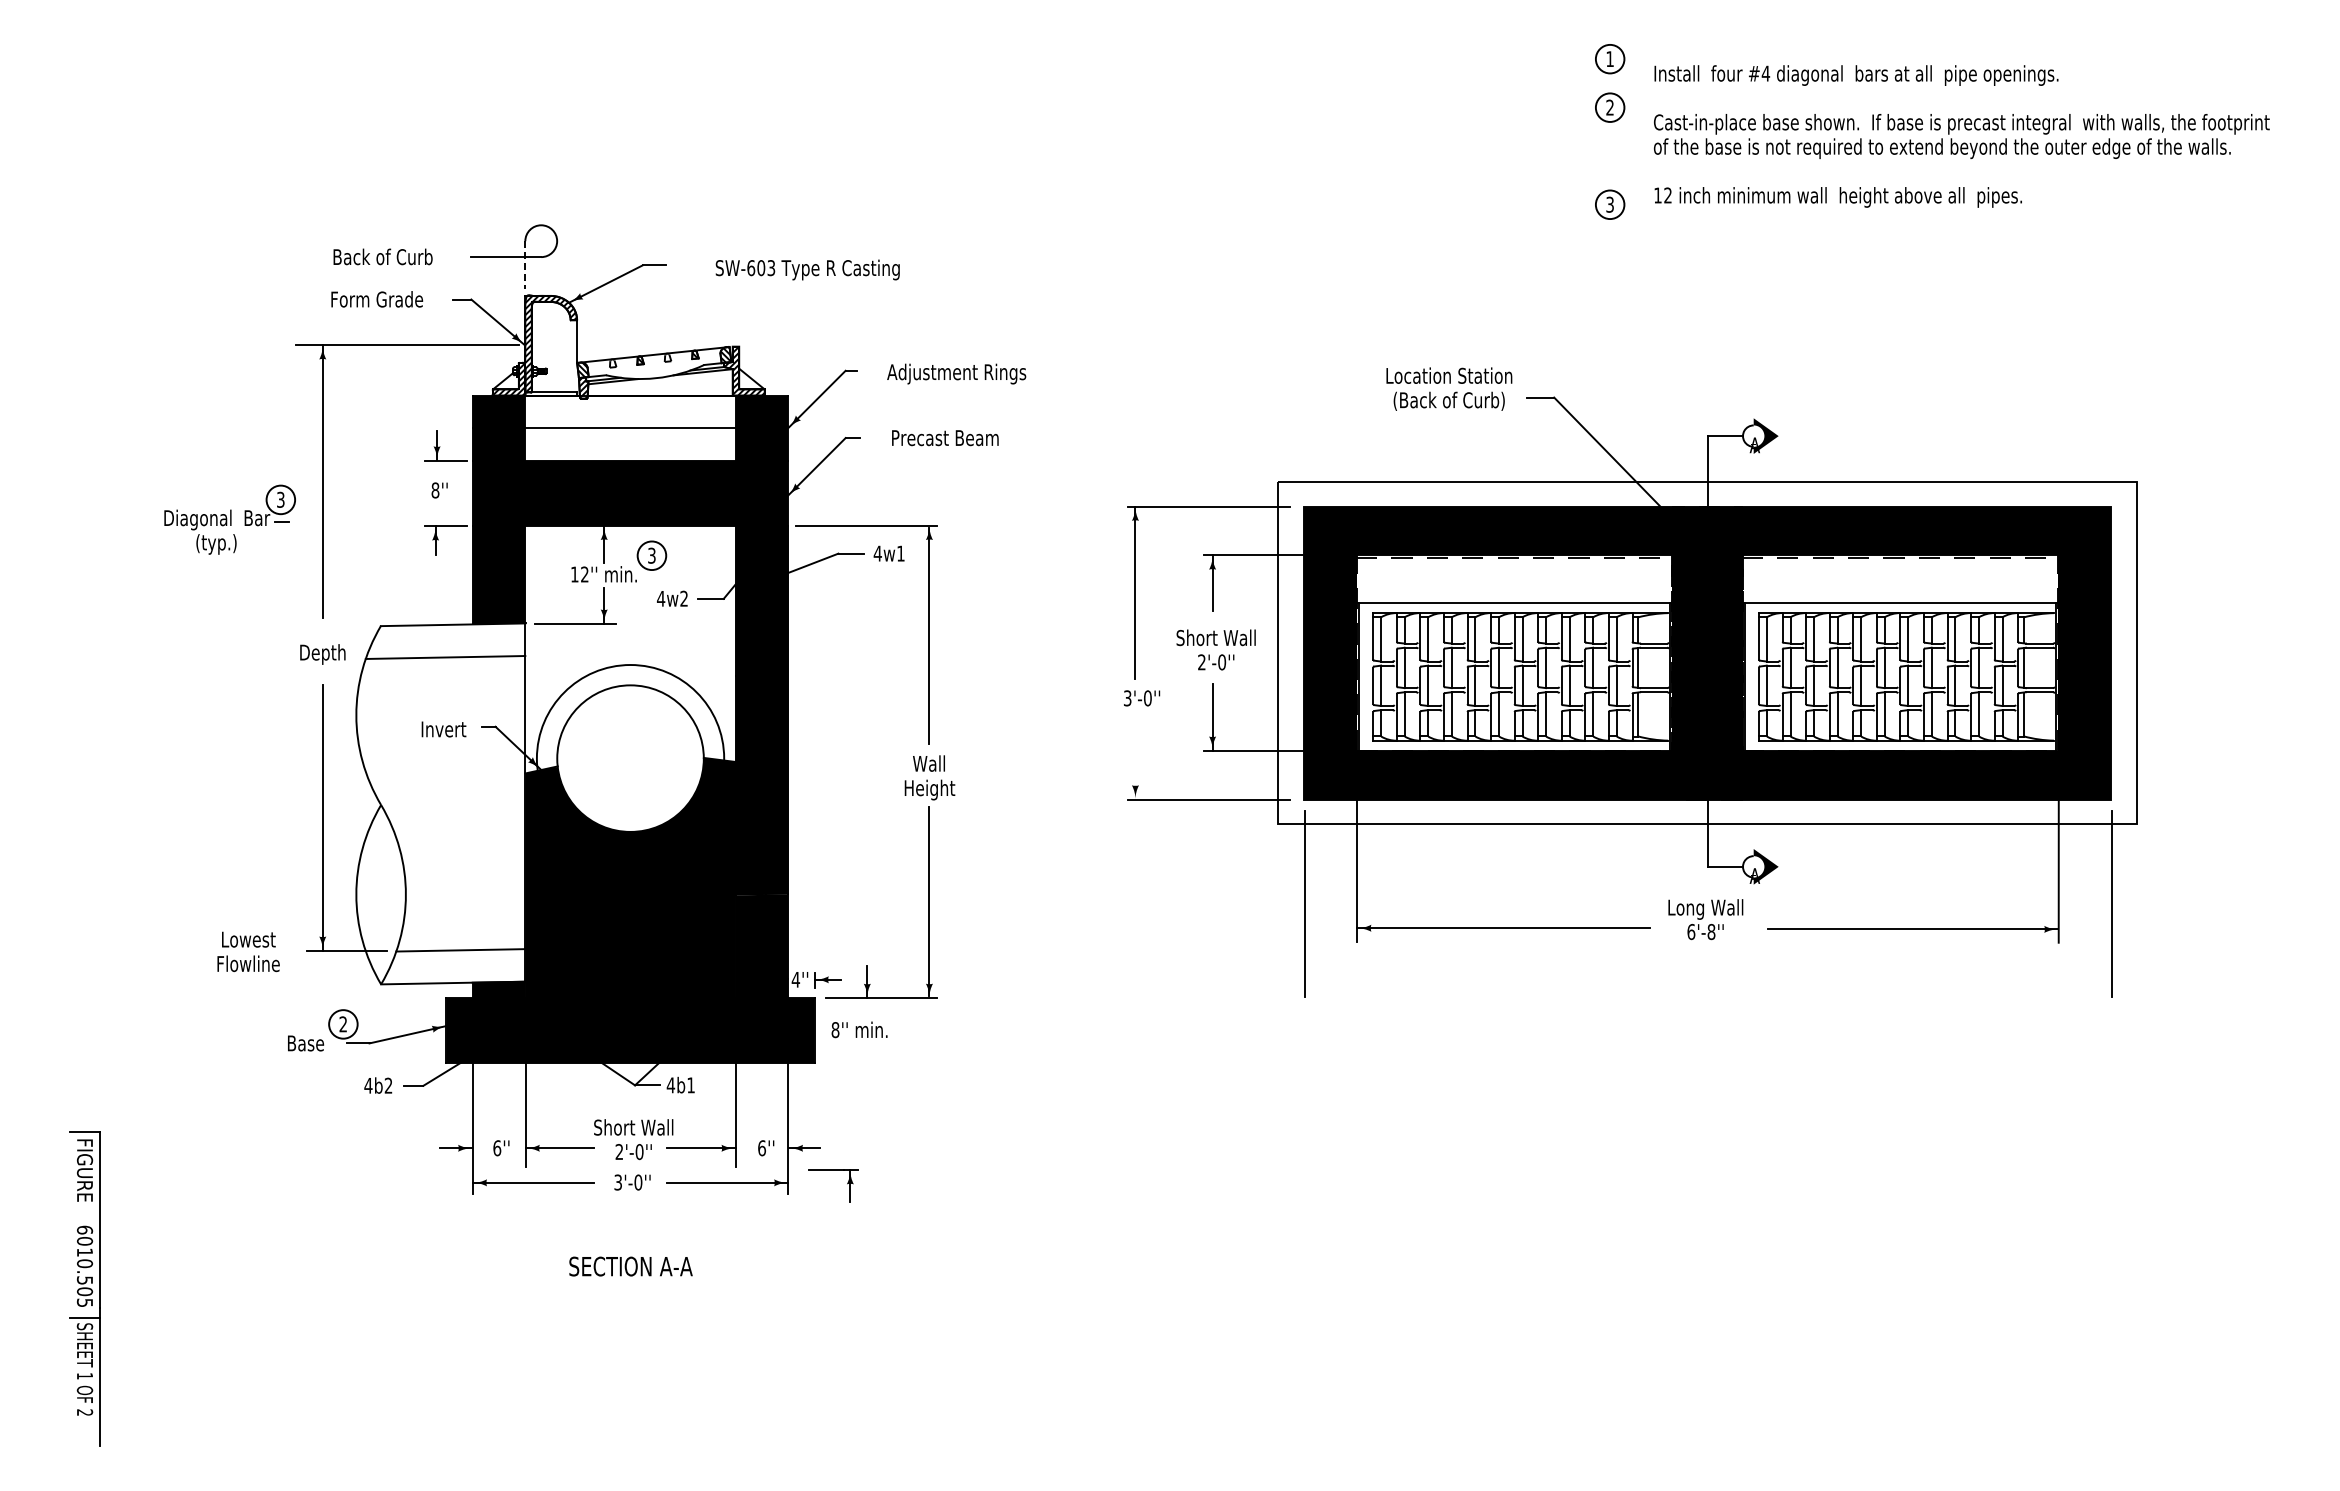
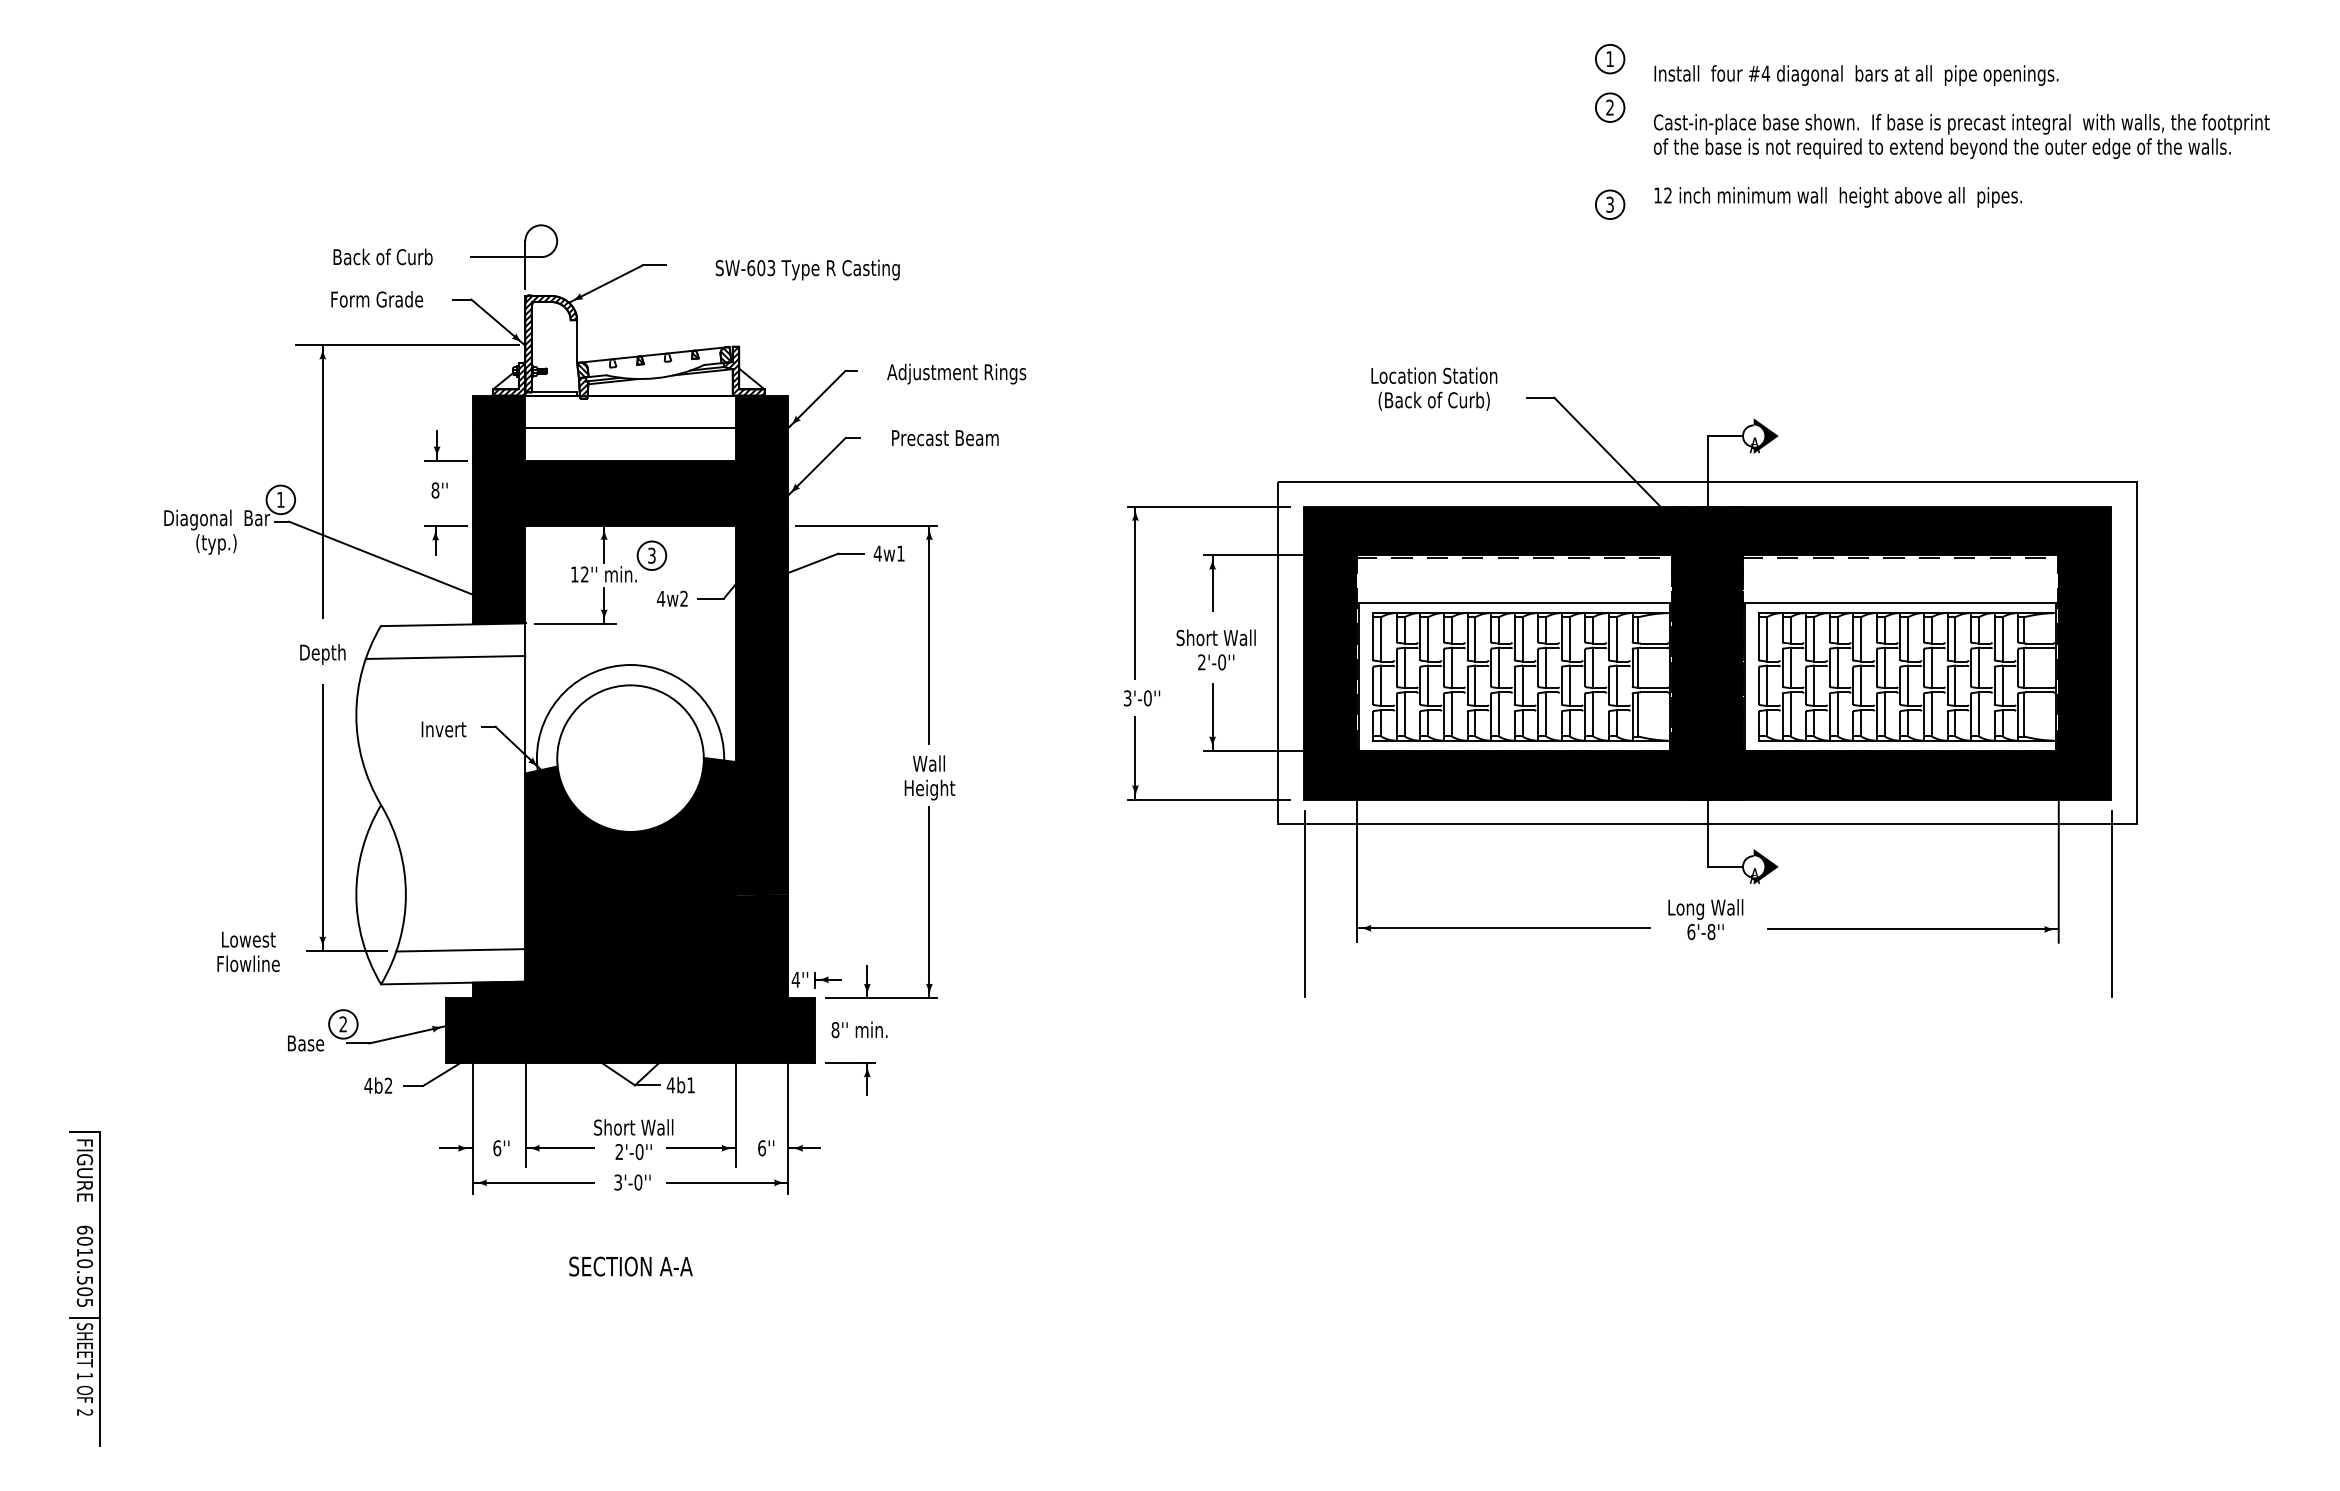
line at (525, 265): dashed -> solid
text at (1449, 388) position: (1449, 388) -> (1434, 388)
text at (280, 499): 3 -> 1
line at (388, 560): none -> present
line at (1135, 758): none -> present
part at (847, 1184) position: (847, 1184) -> (864, 1077)
